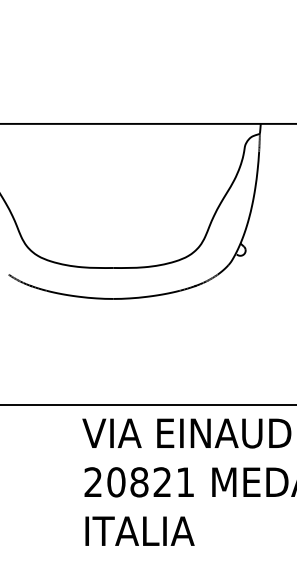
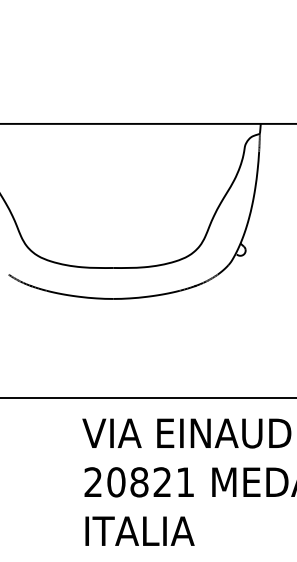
line at (147, 404) position: (147, 404) -> (147, 397)
